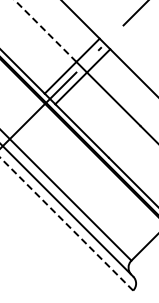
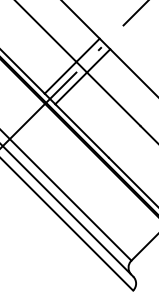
line at (45, 30): dashed -> solid
line at (66, 224): dashed -> solid
